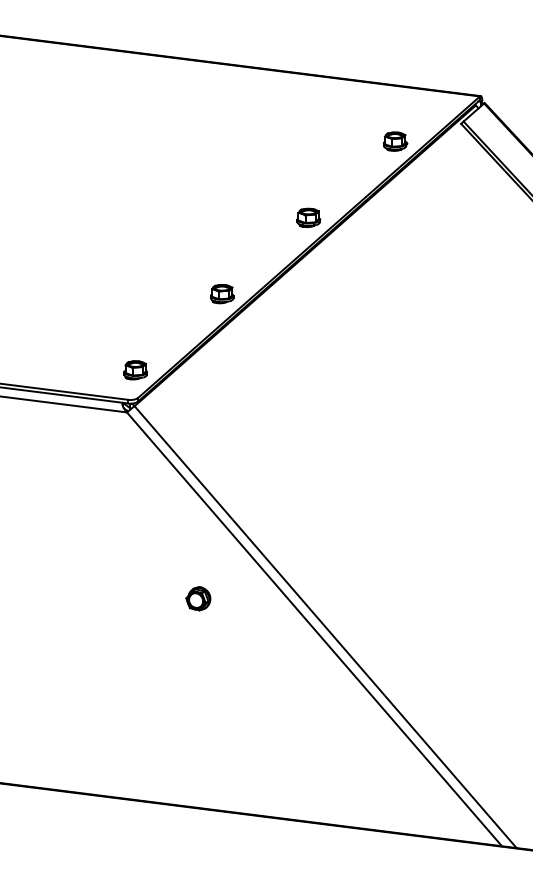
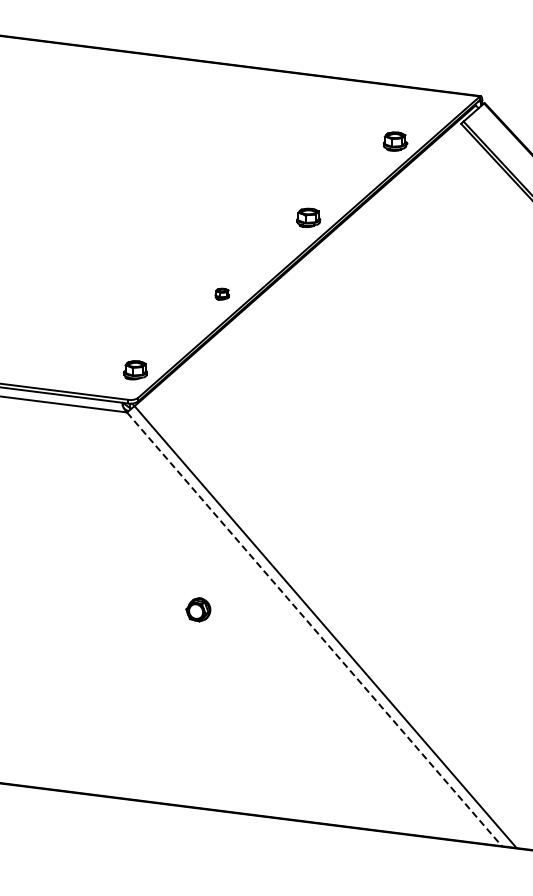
part at (222, 294) size: 25x21 px -> 16x14 px
part at (198, 598) position: (198, 598) -> (198, 609)
line at (314, 629): solid -> dashed
